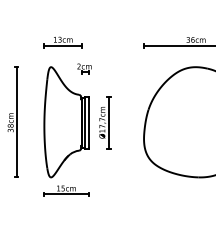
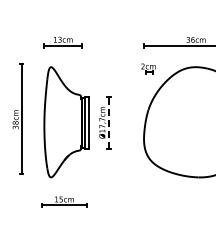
part at (84, 68) position: (84, 68) -> (148, 68)
part at (12, 121) position: (12, 121) -> (17, 118)
line at (109, 122): solid -> dashed
part at (66, 190) position: (66, 190) -> (64, 201)
